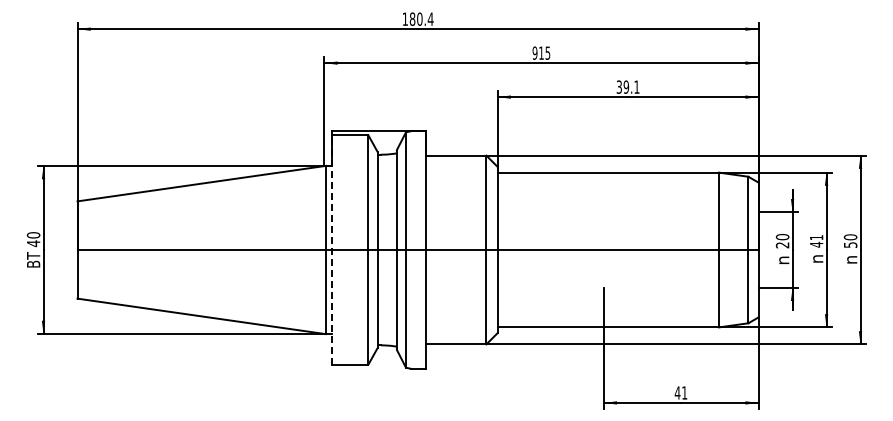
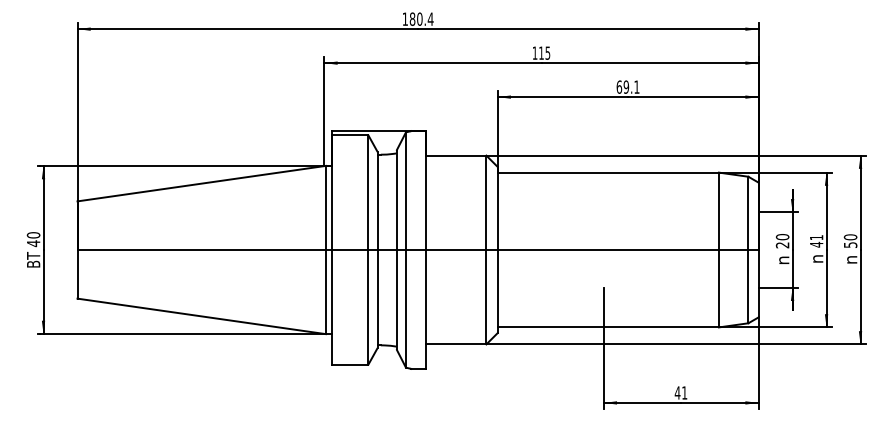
text at (534, 52): 915 -> 115
text at (619, 86): 39.1 -> 69.1
line at (331, 250): dashed -> solid
